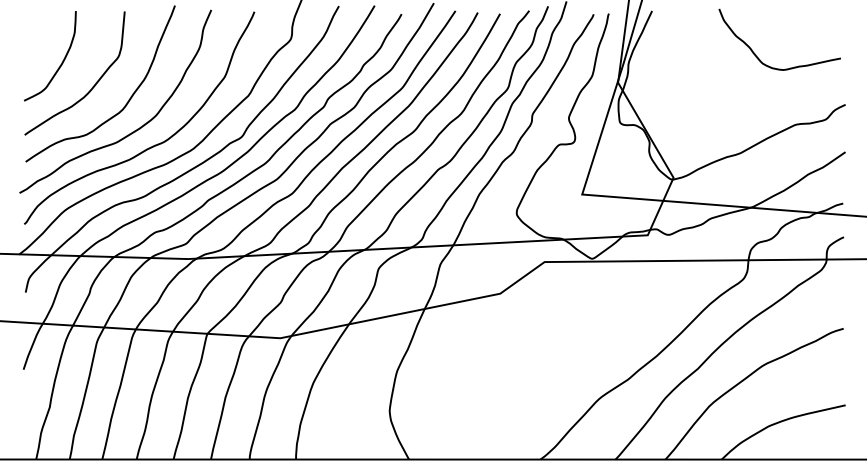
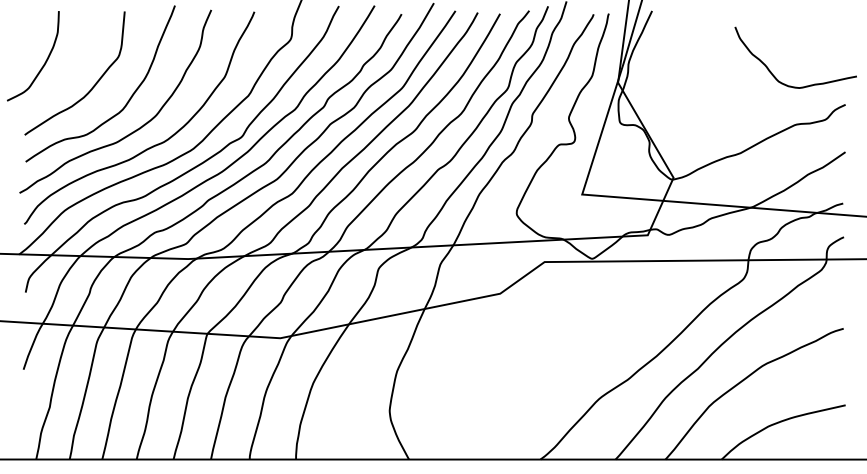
curve at (759, 58) position: (759, 58) -> (775, 76)
curve at (61, 62) position: (61, 62) -> (44, 62)
